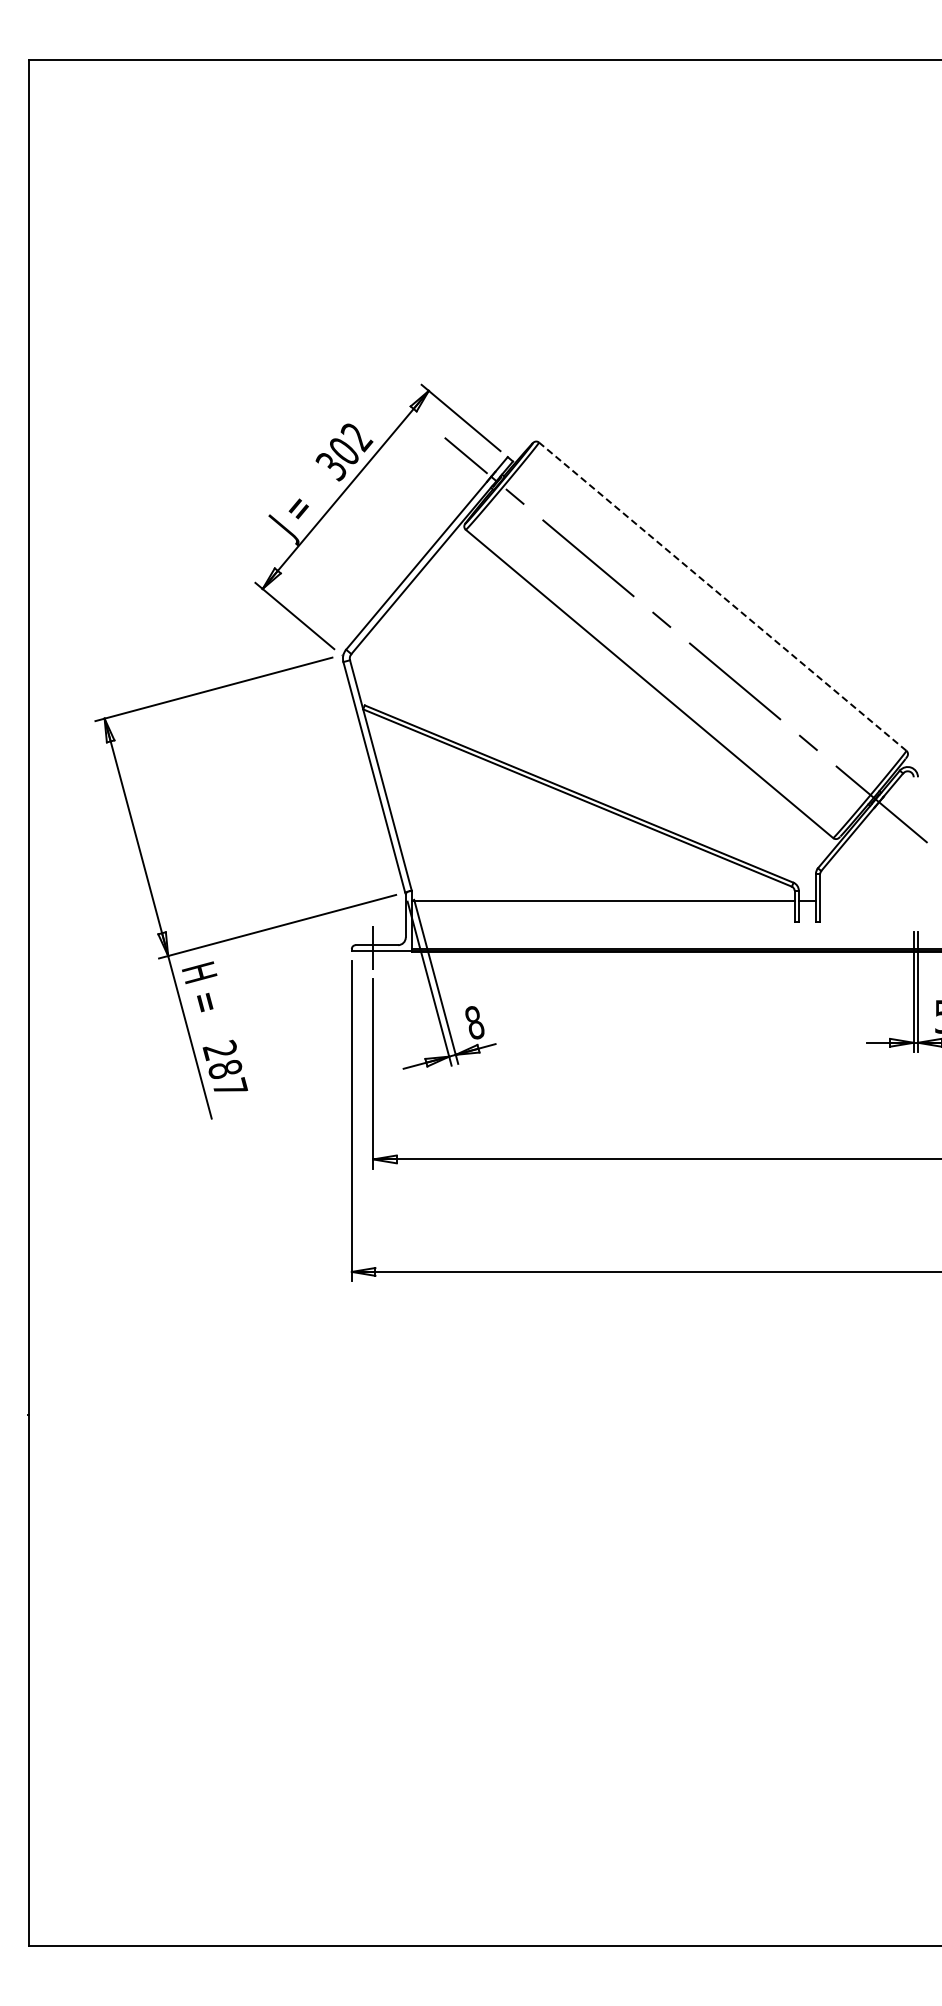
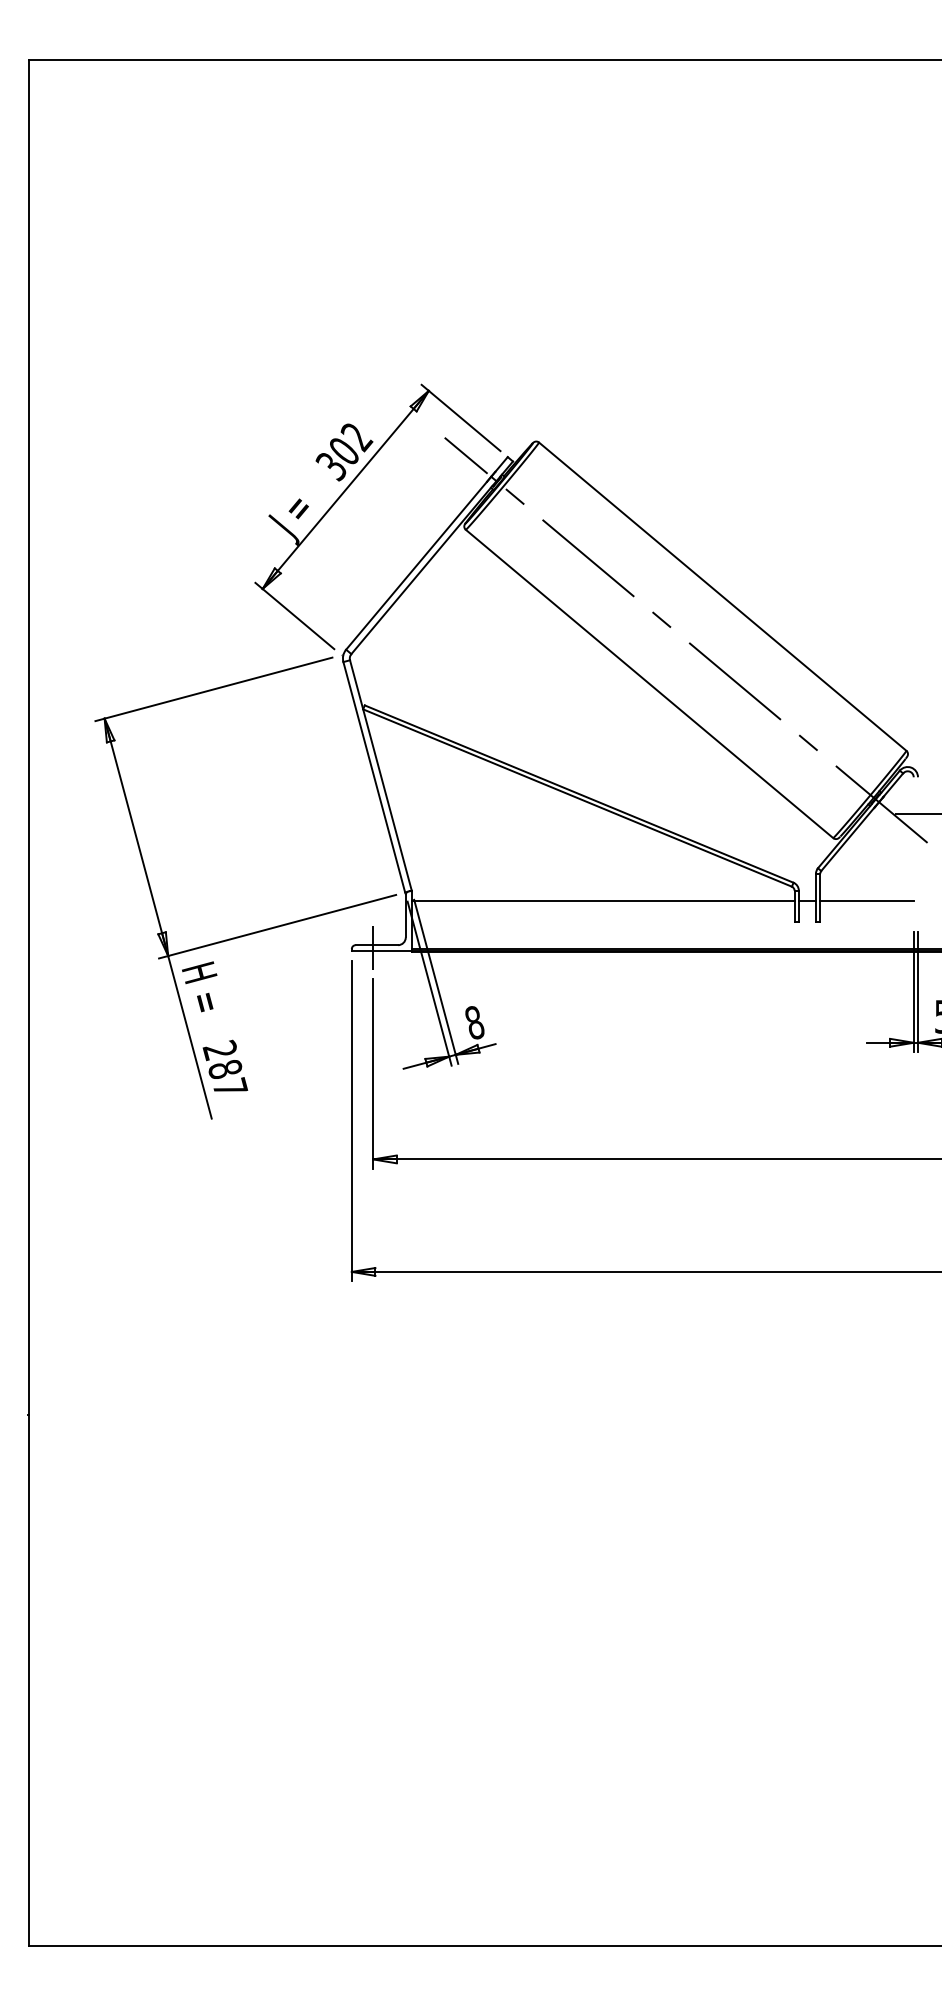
line at (722, 596): dashed -> solid
line at (916, 814): none -> present
line at (866, 900): none -> present
